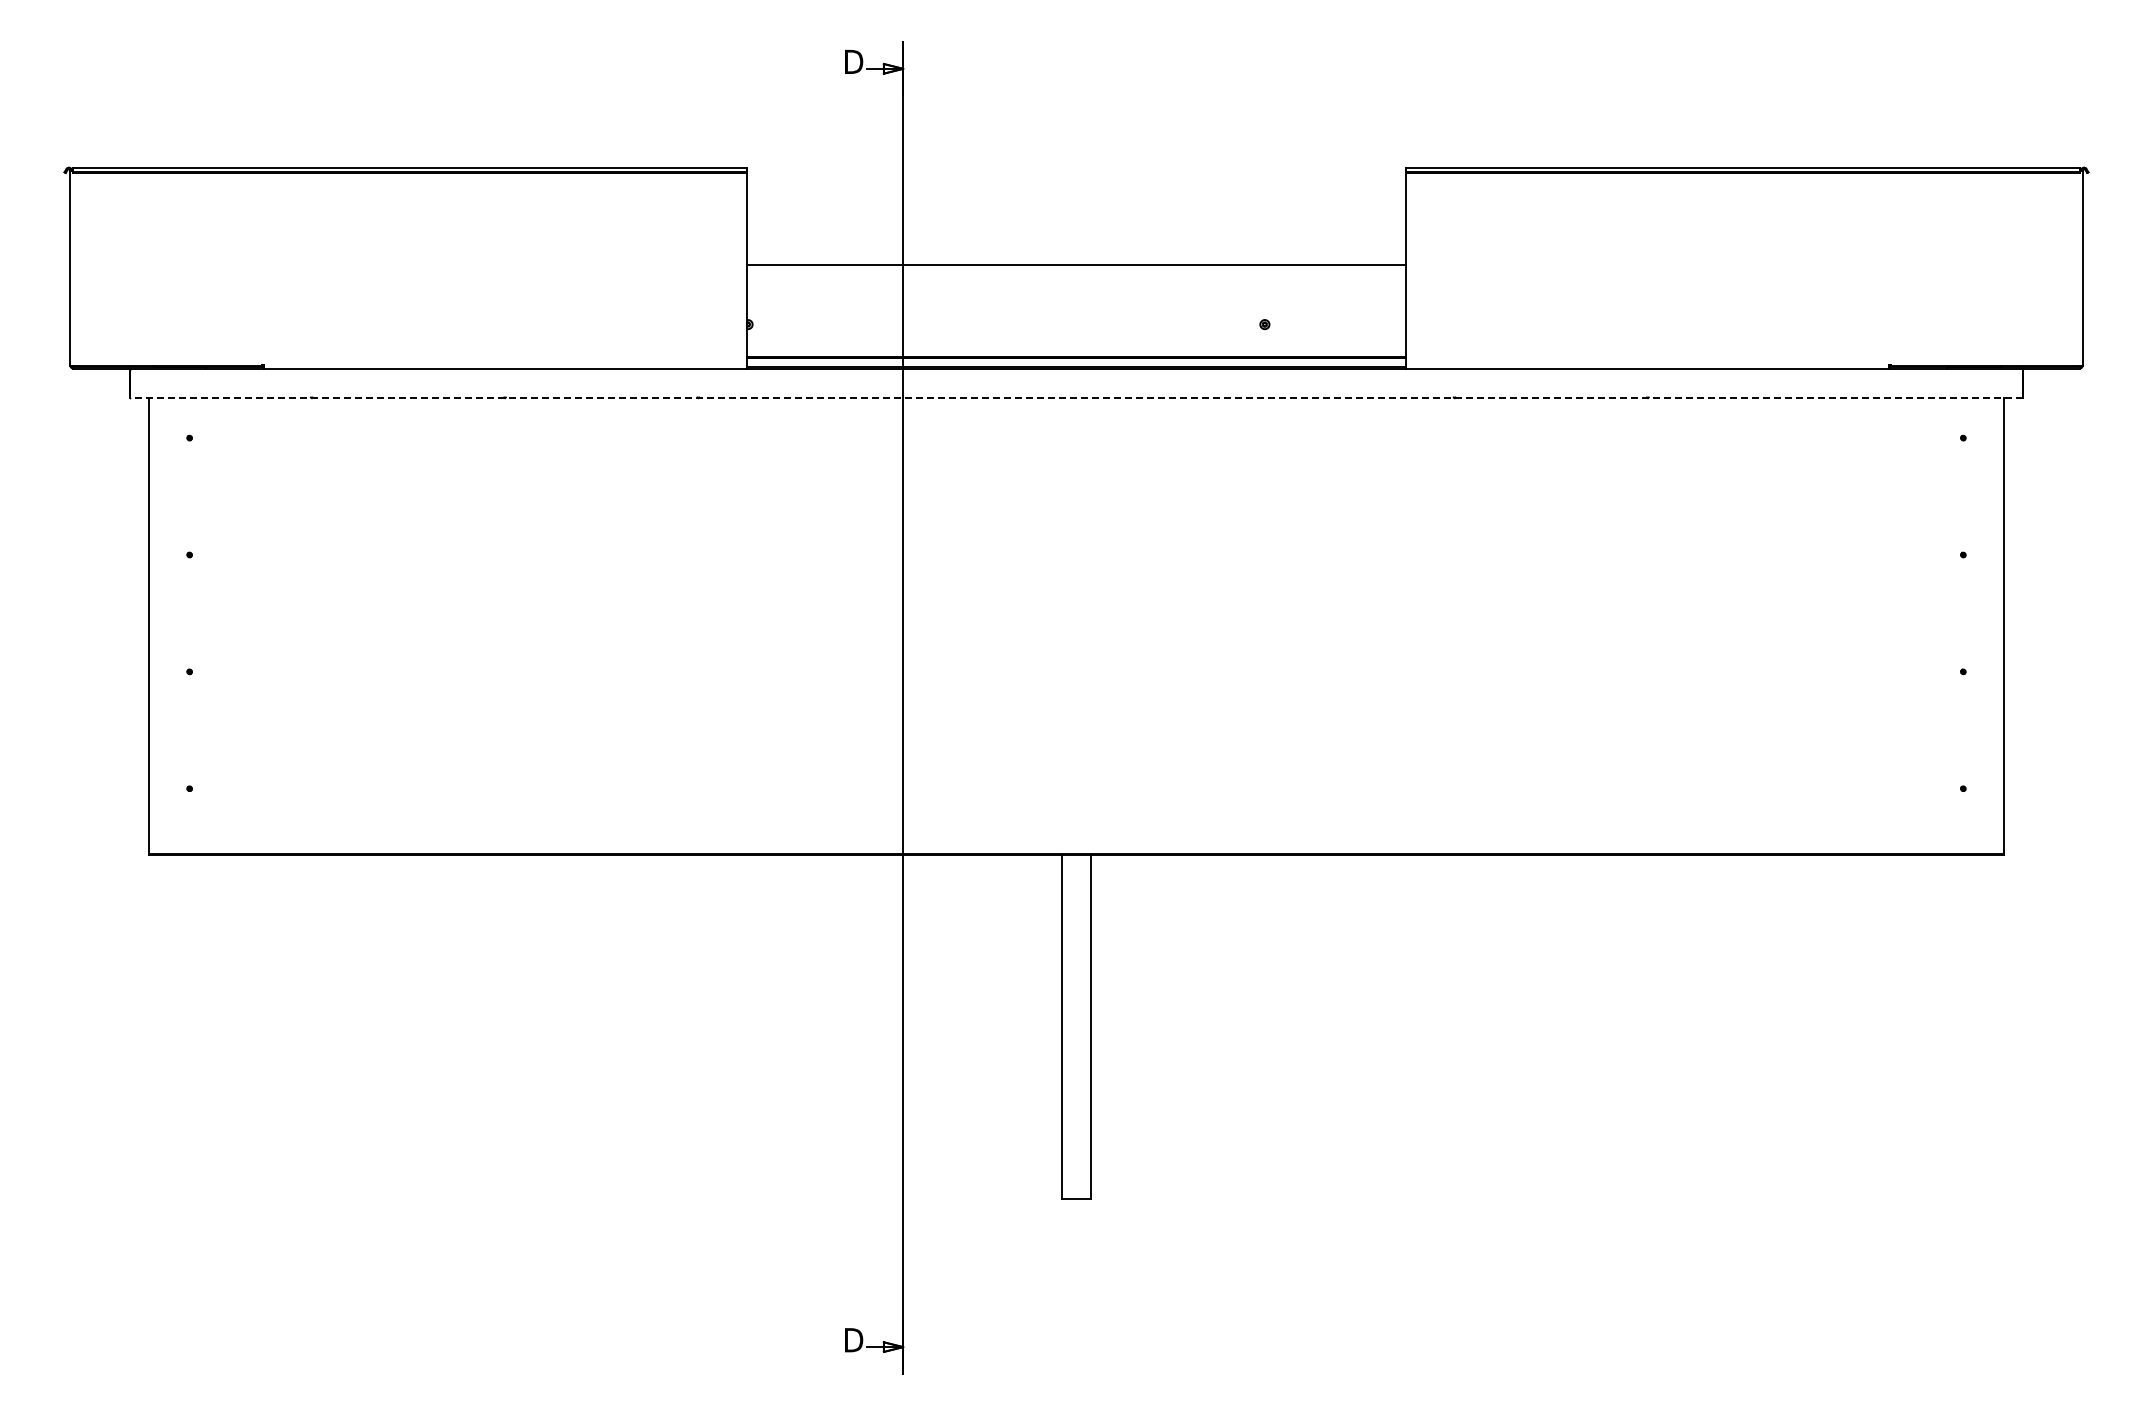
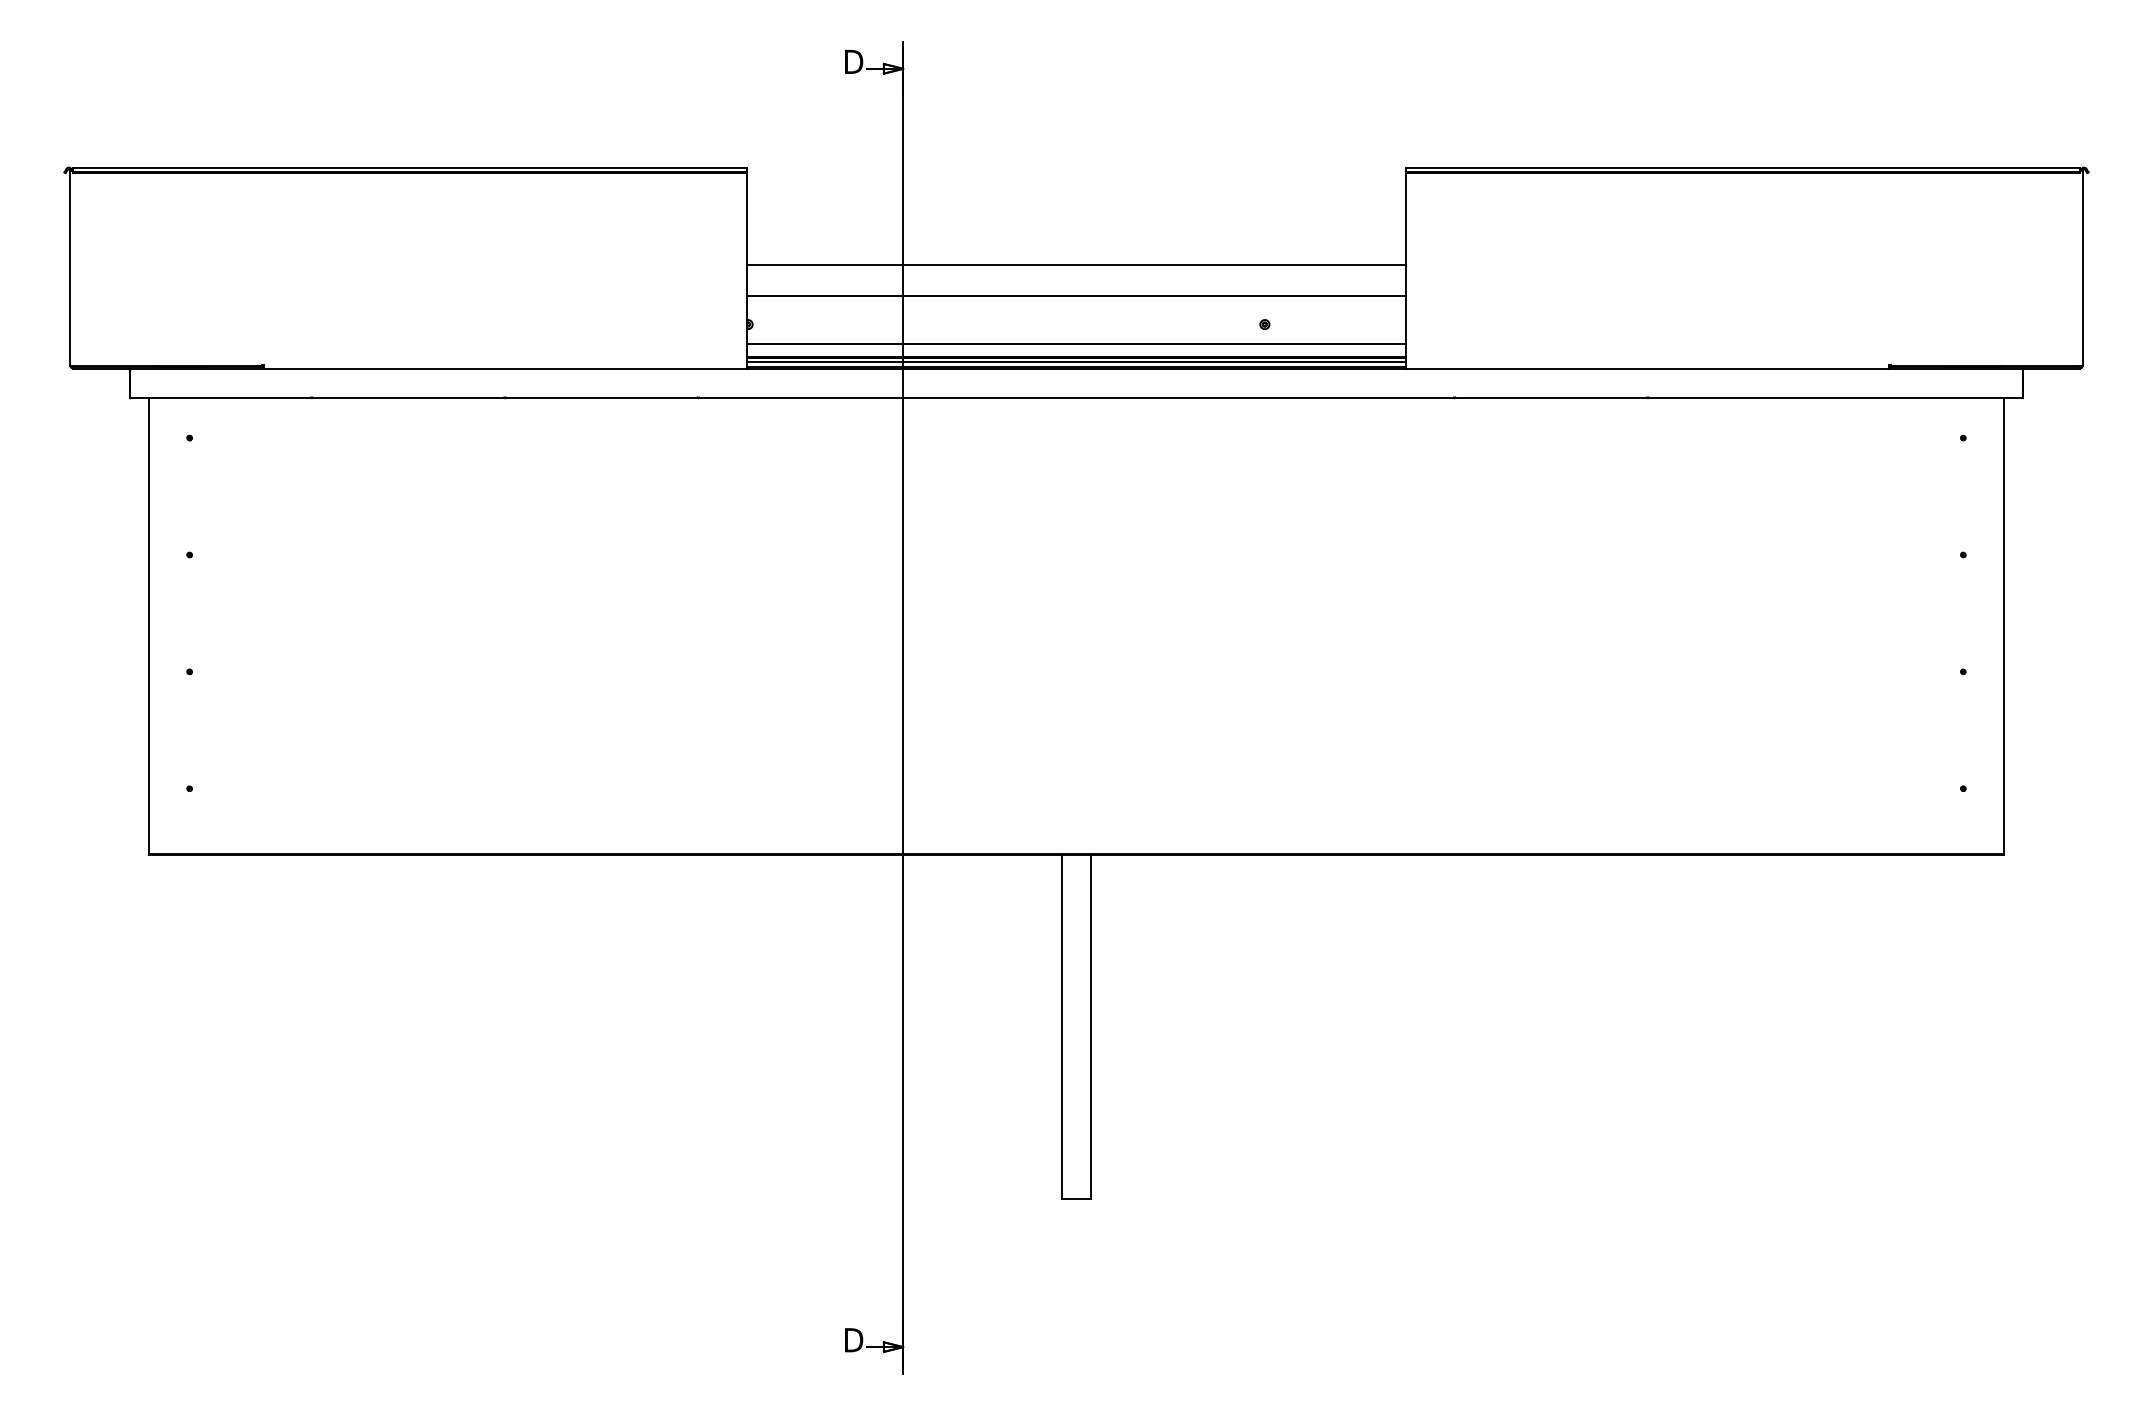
line at (1076, 295): none -> present
line at (1076, 343): none -> present
line at (1076, 362): none -> present
line at (1076, 397): dashed -> solid
